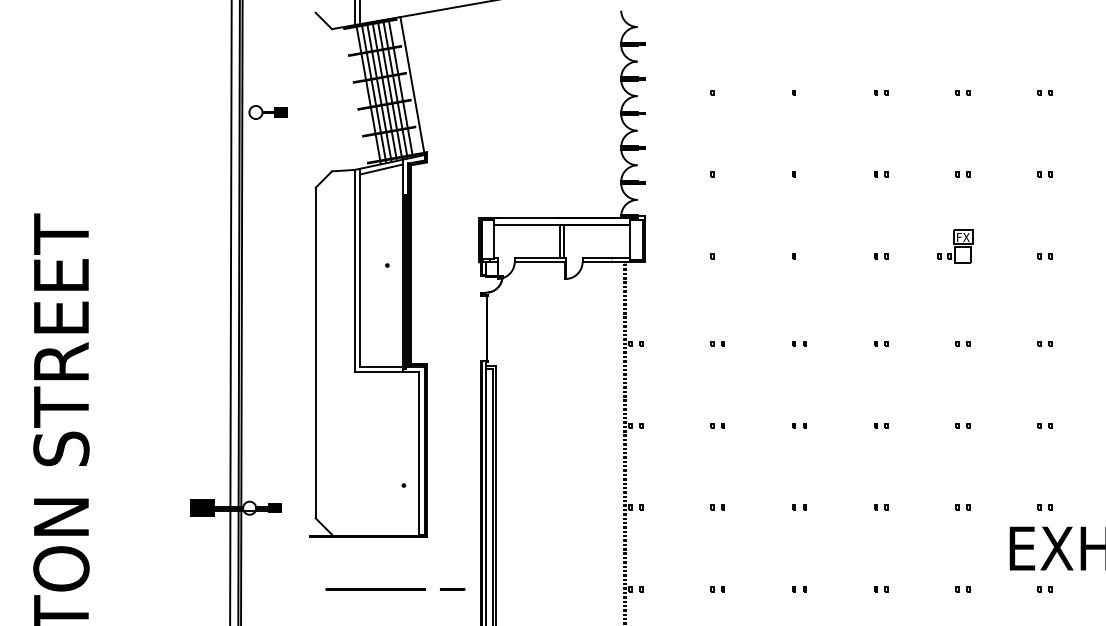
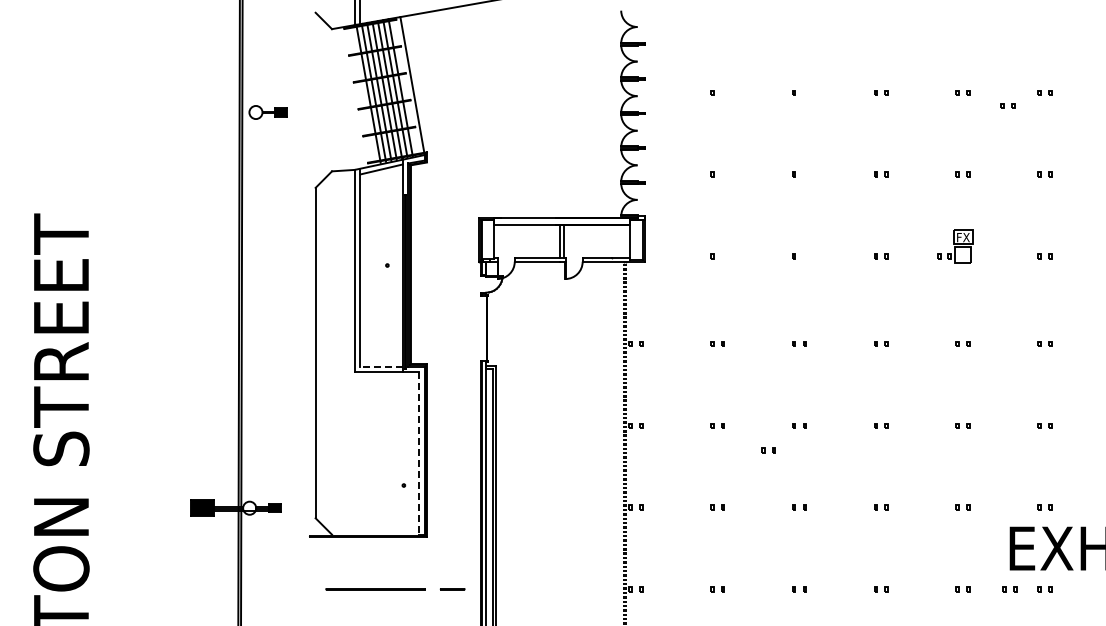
part at (1007, 105): none -> present
line at (230, 312): present -> none
line at (381, 366): solid -> dashed
part at (768, 450): none -> present
line at (419, 453): solid -> dashed
part at (1009, 589): none -> present
